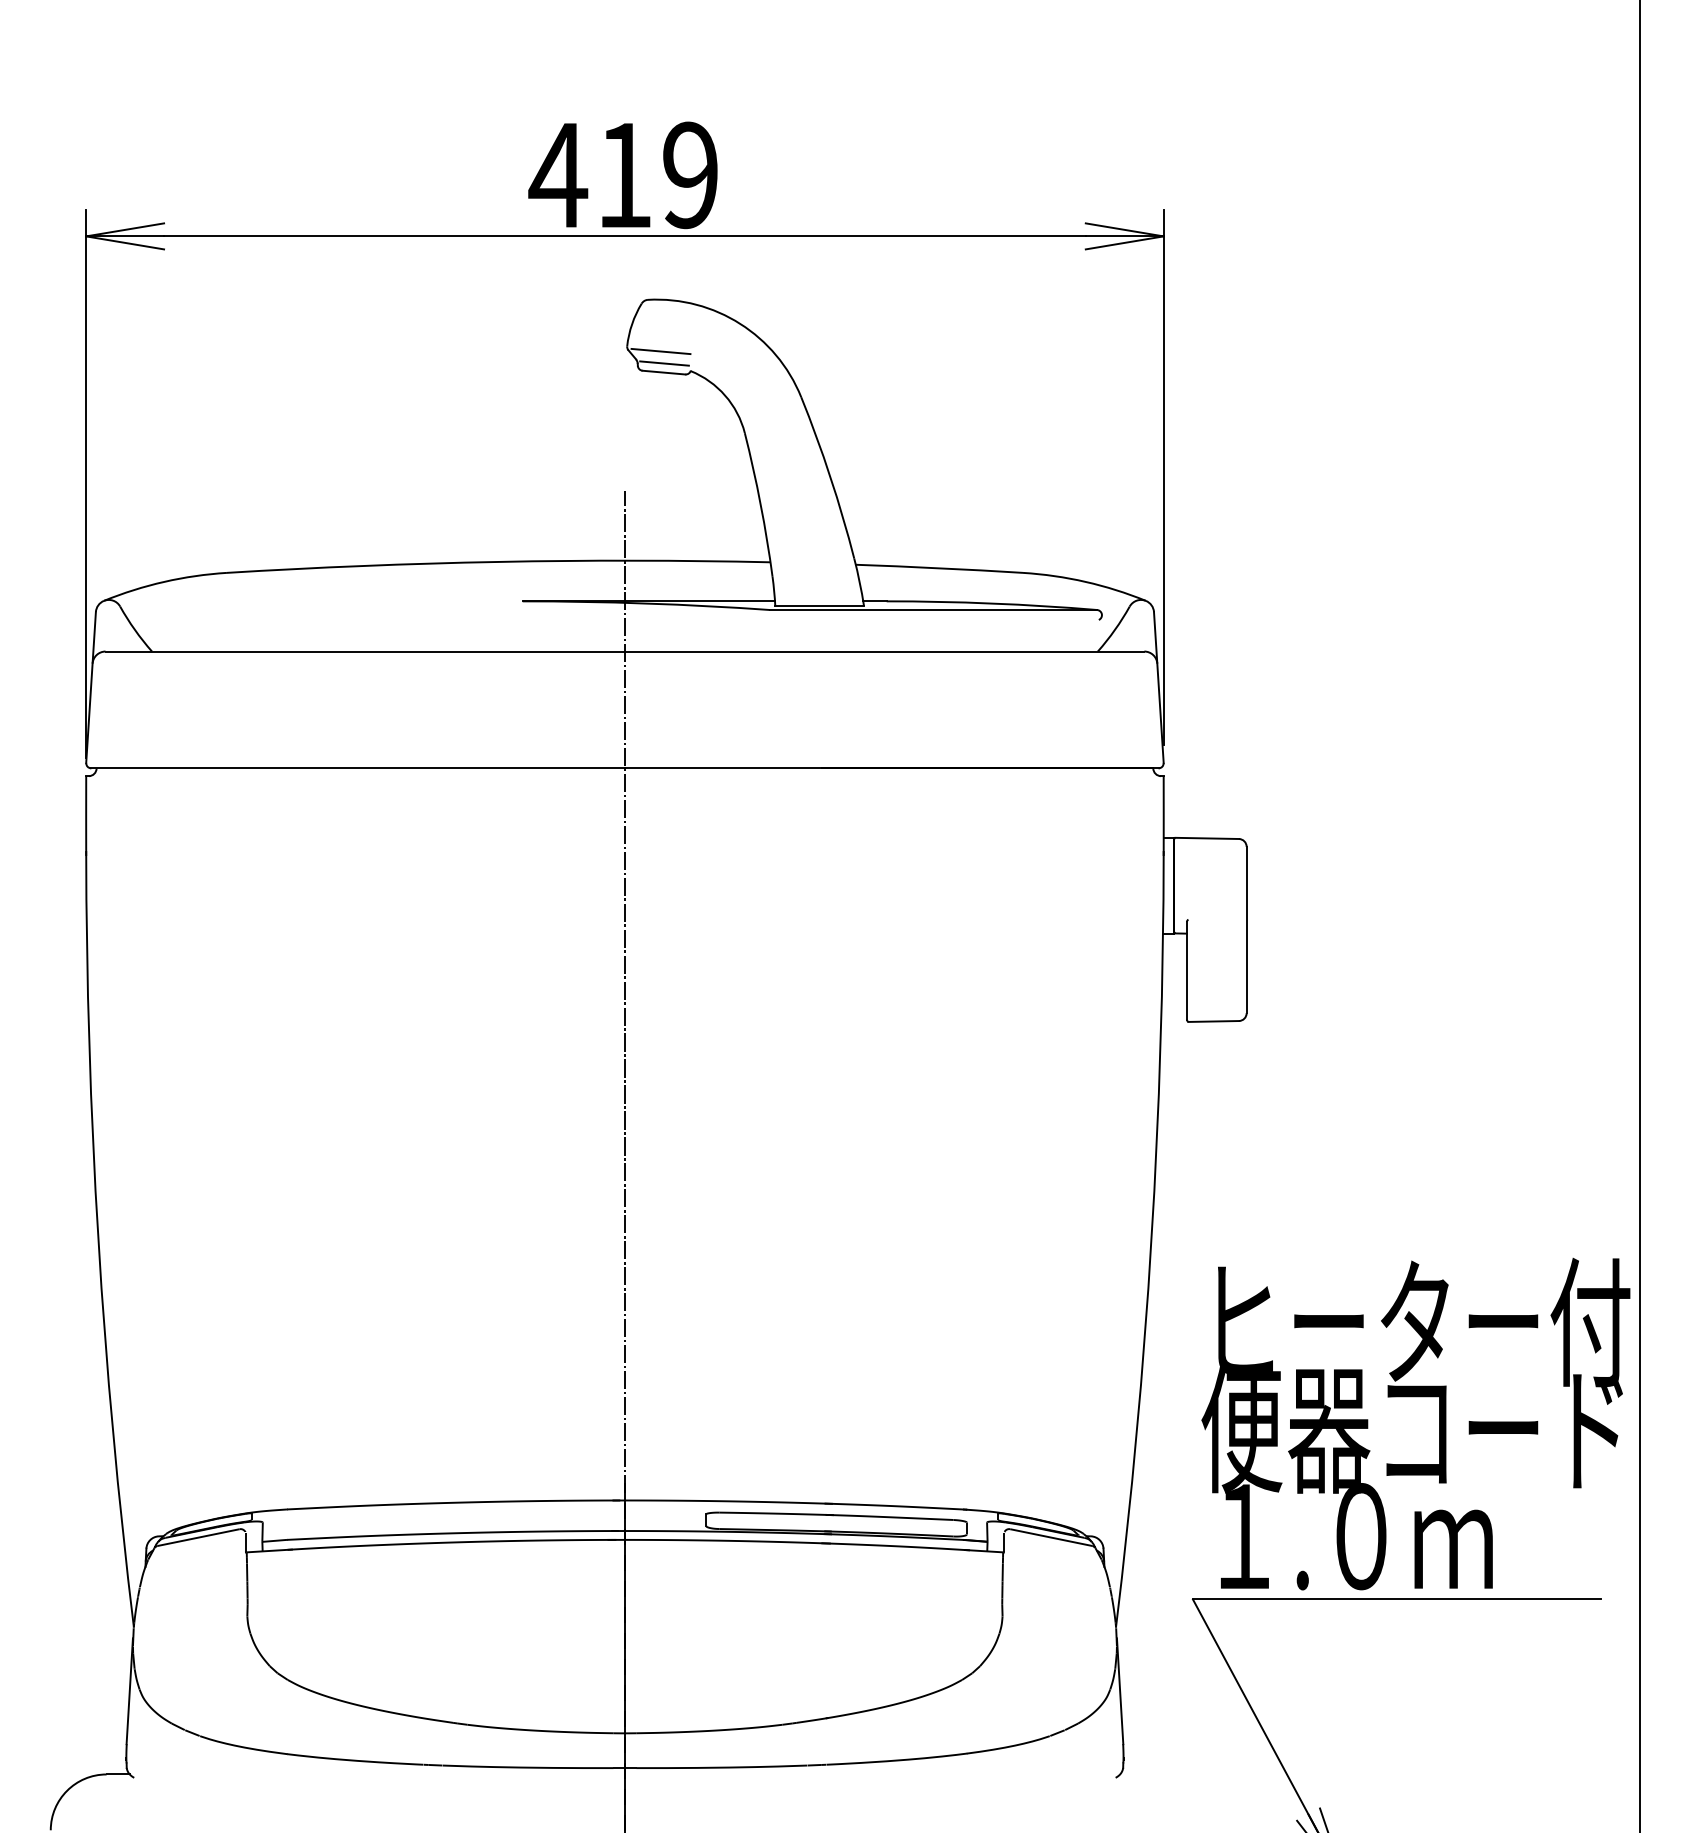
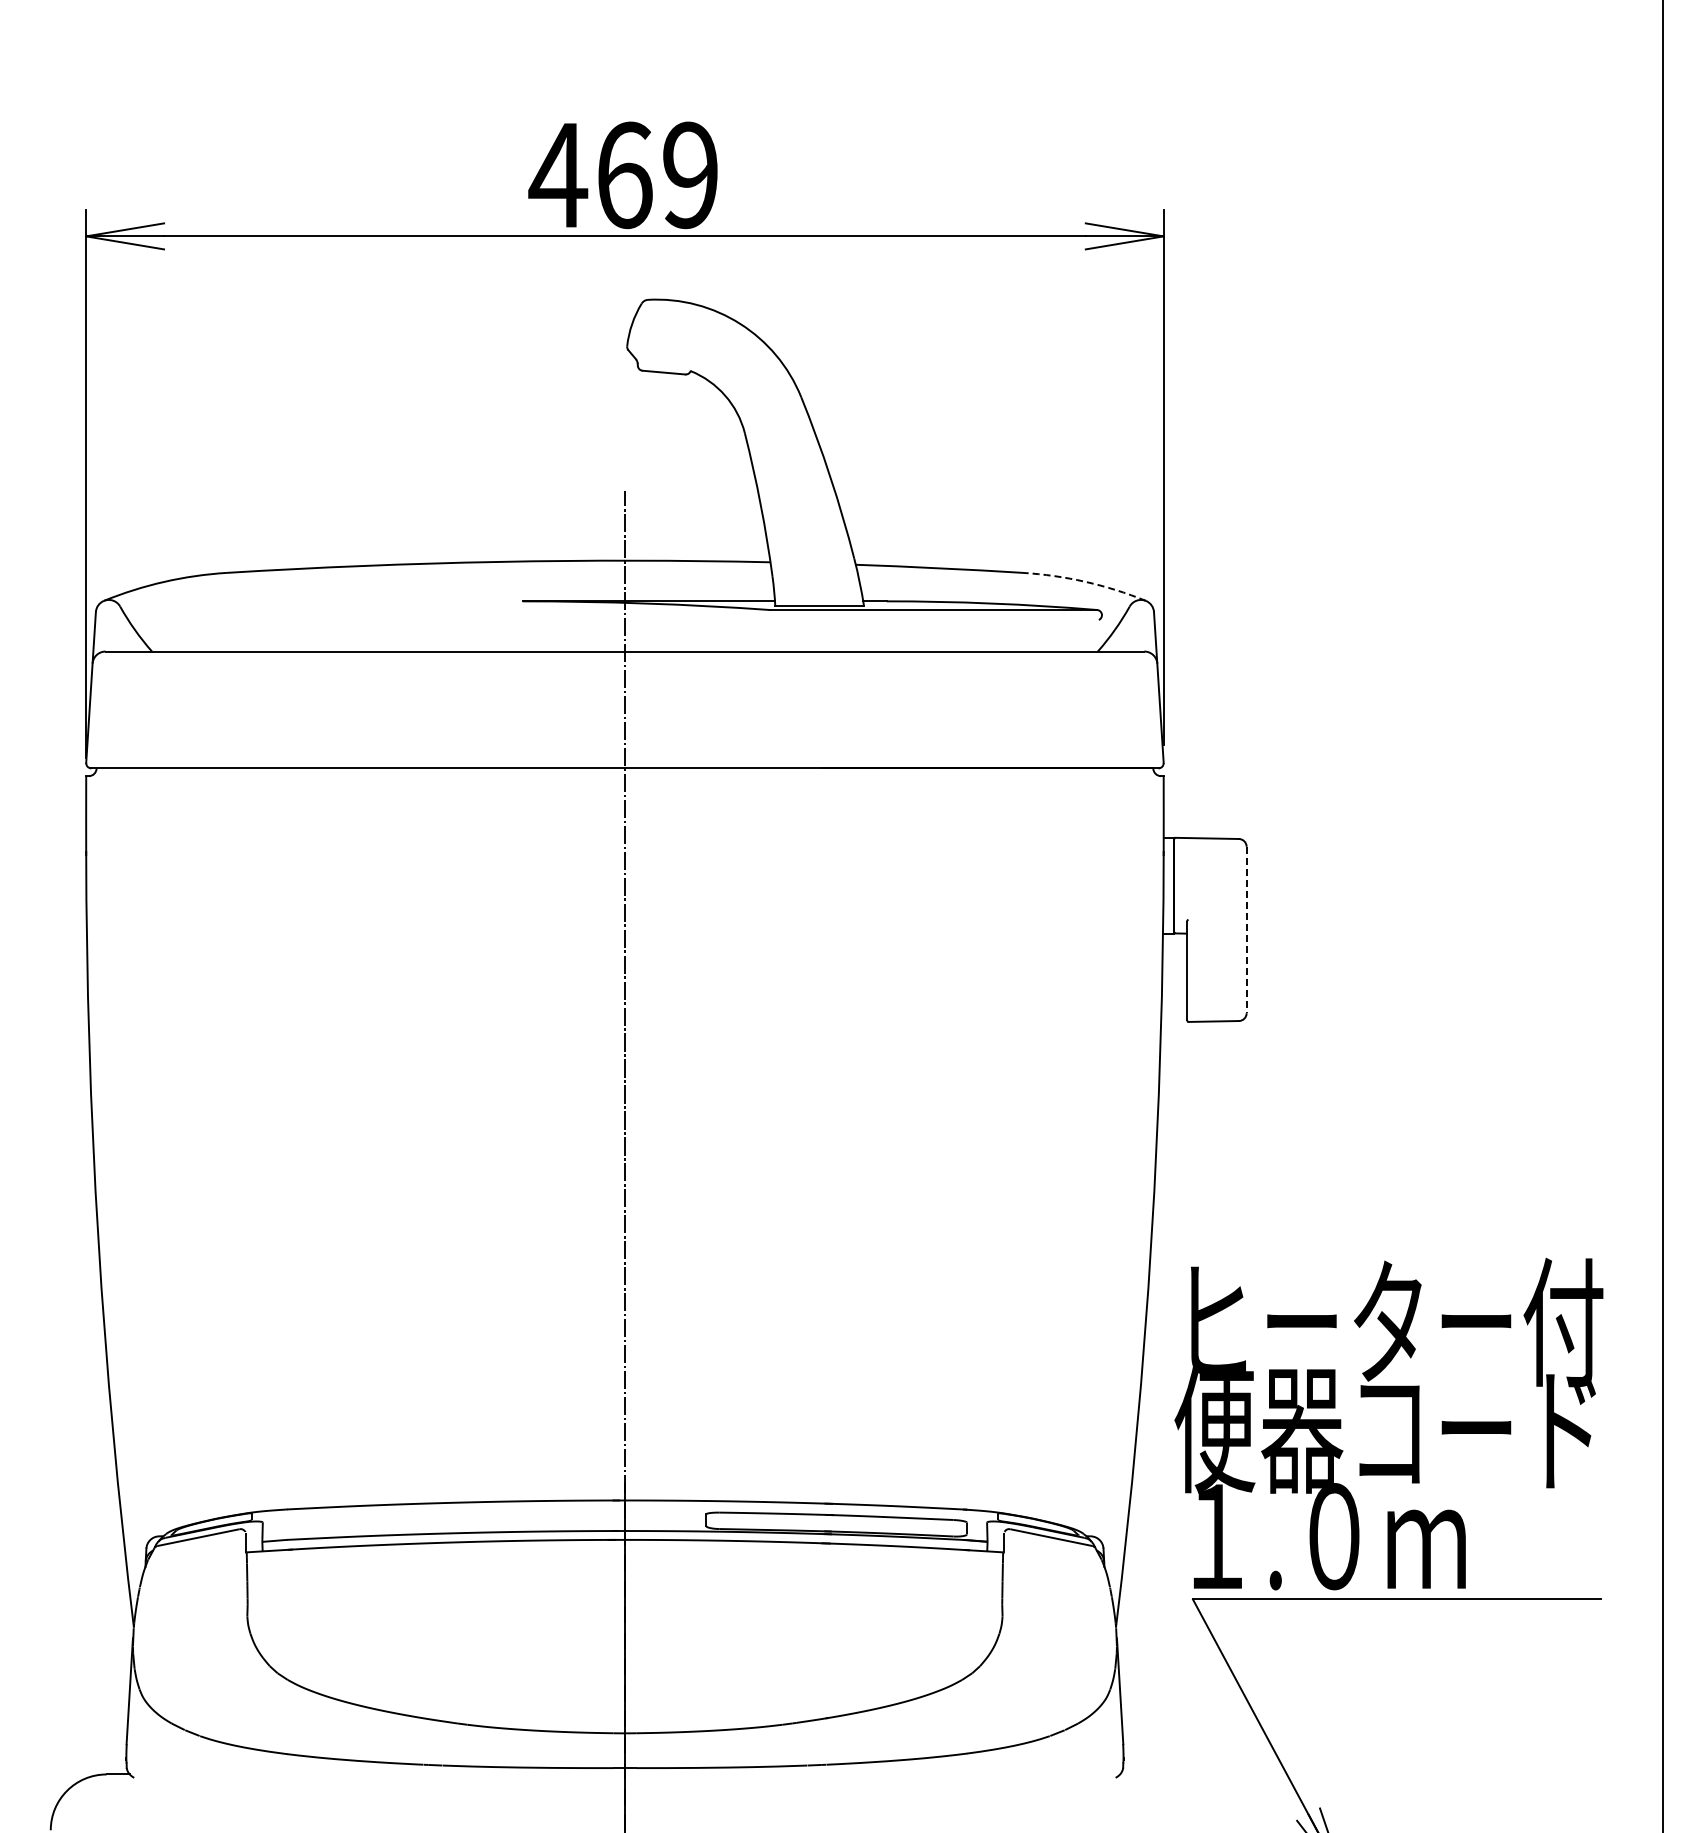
text at (625, 175): 419 -> 469
line at (660, 351): present -> none
line at (664, 363): present -> none
arc at (1085, 581): solid -> dashed
line at (1640, 915) position: (1640, 915) -> (1663, 915)
line at (1246, 930): solid -> dashed
text at (1415, 1423) position: (1415, 1423) -> (1388, 1423)
